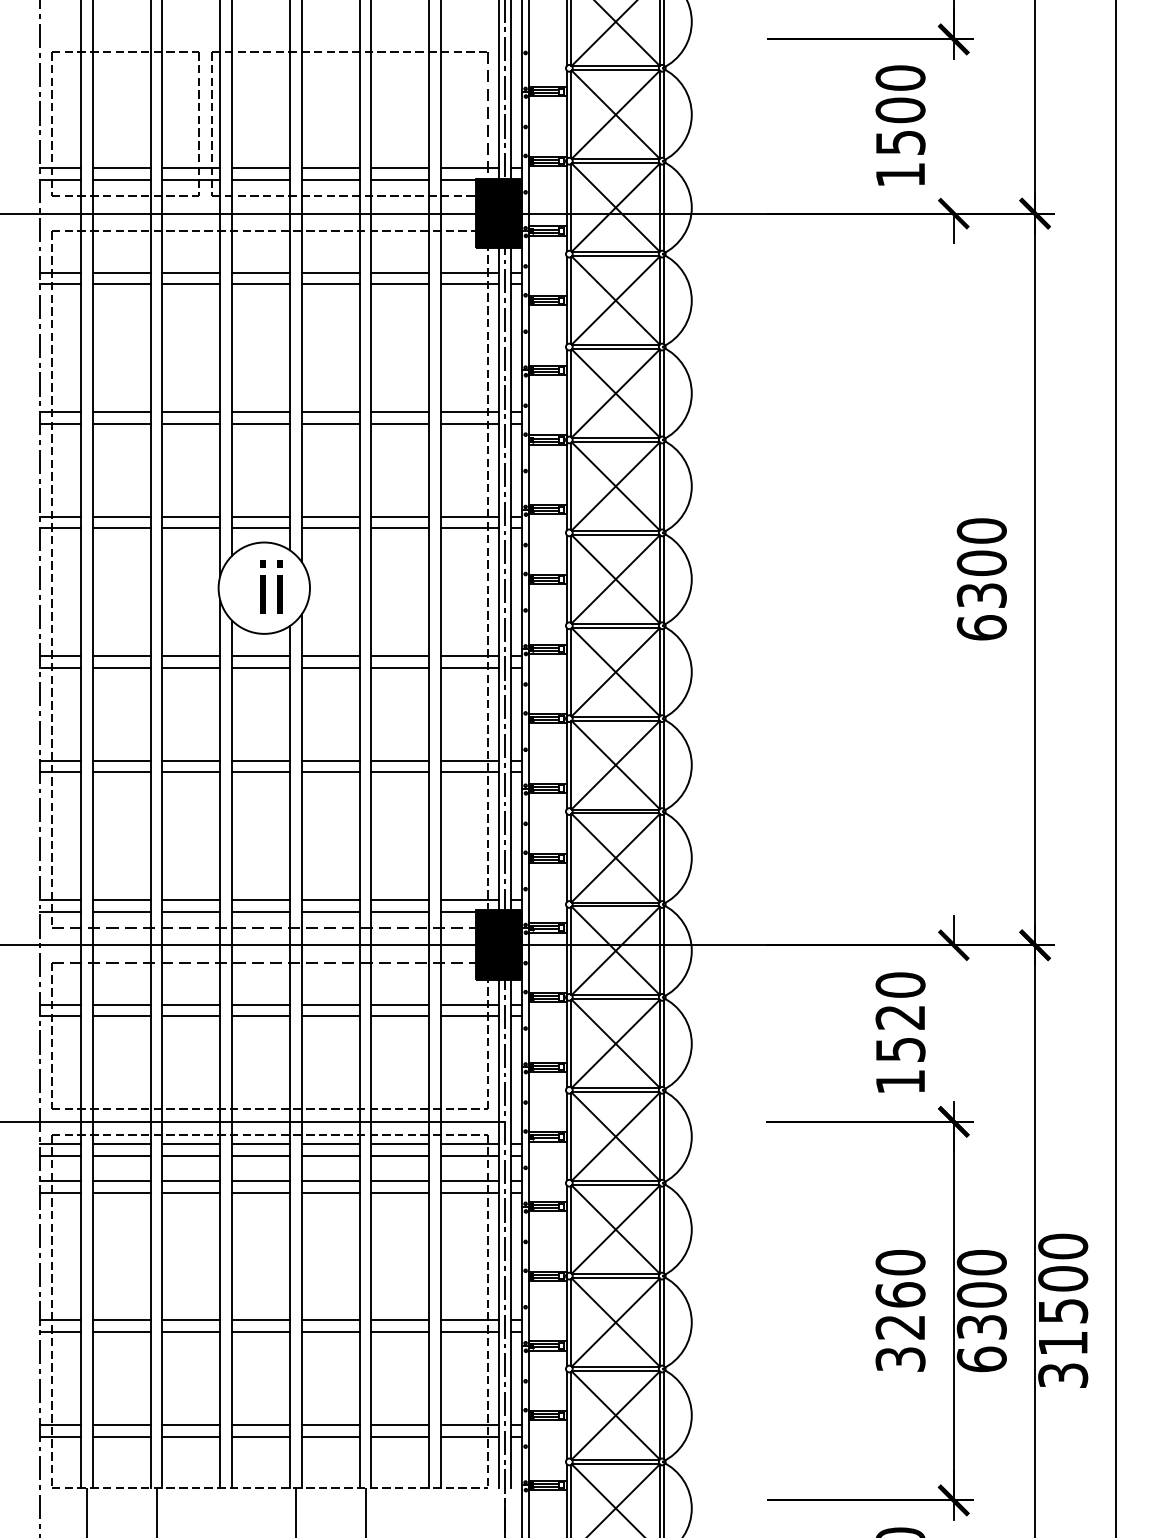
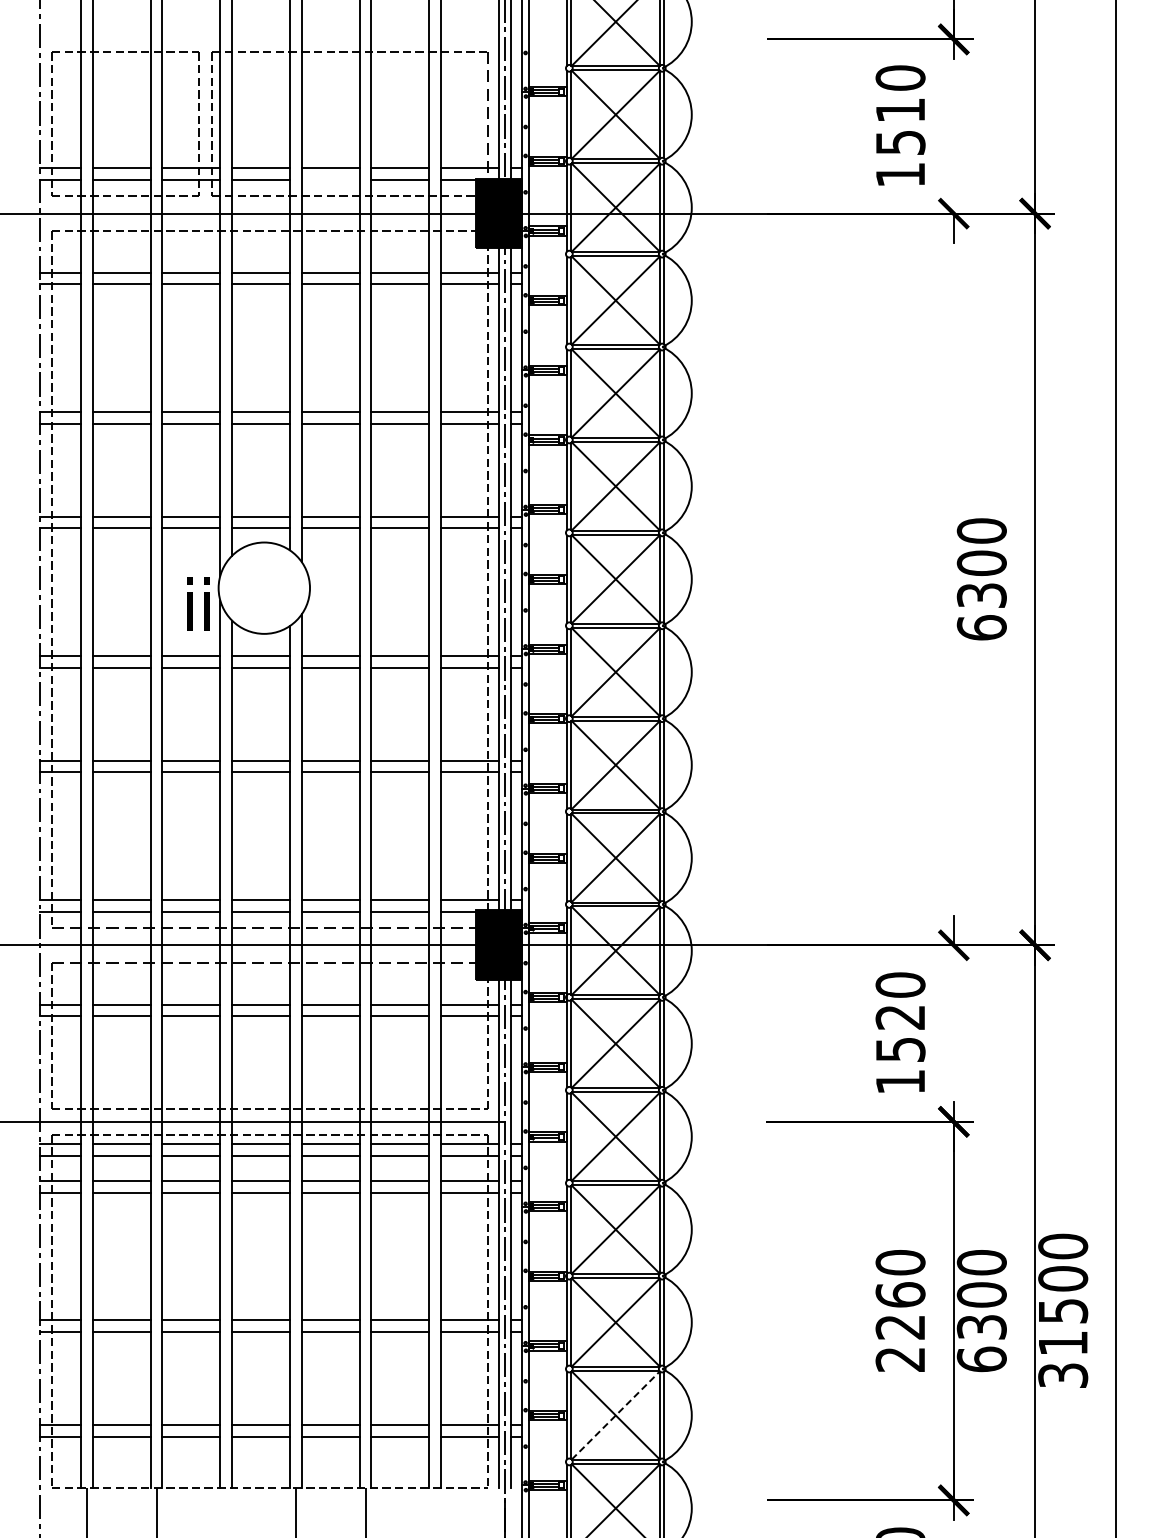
text at (900, 110): 1500 -> 1510
line at (330, 179): present -> none
text at (271, 586) position: (271, 586) -> (198, 603)
text at (900, 1359): 3260 -> 2260
line at (616, 1415): solid -> dashed
